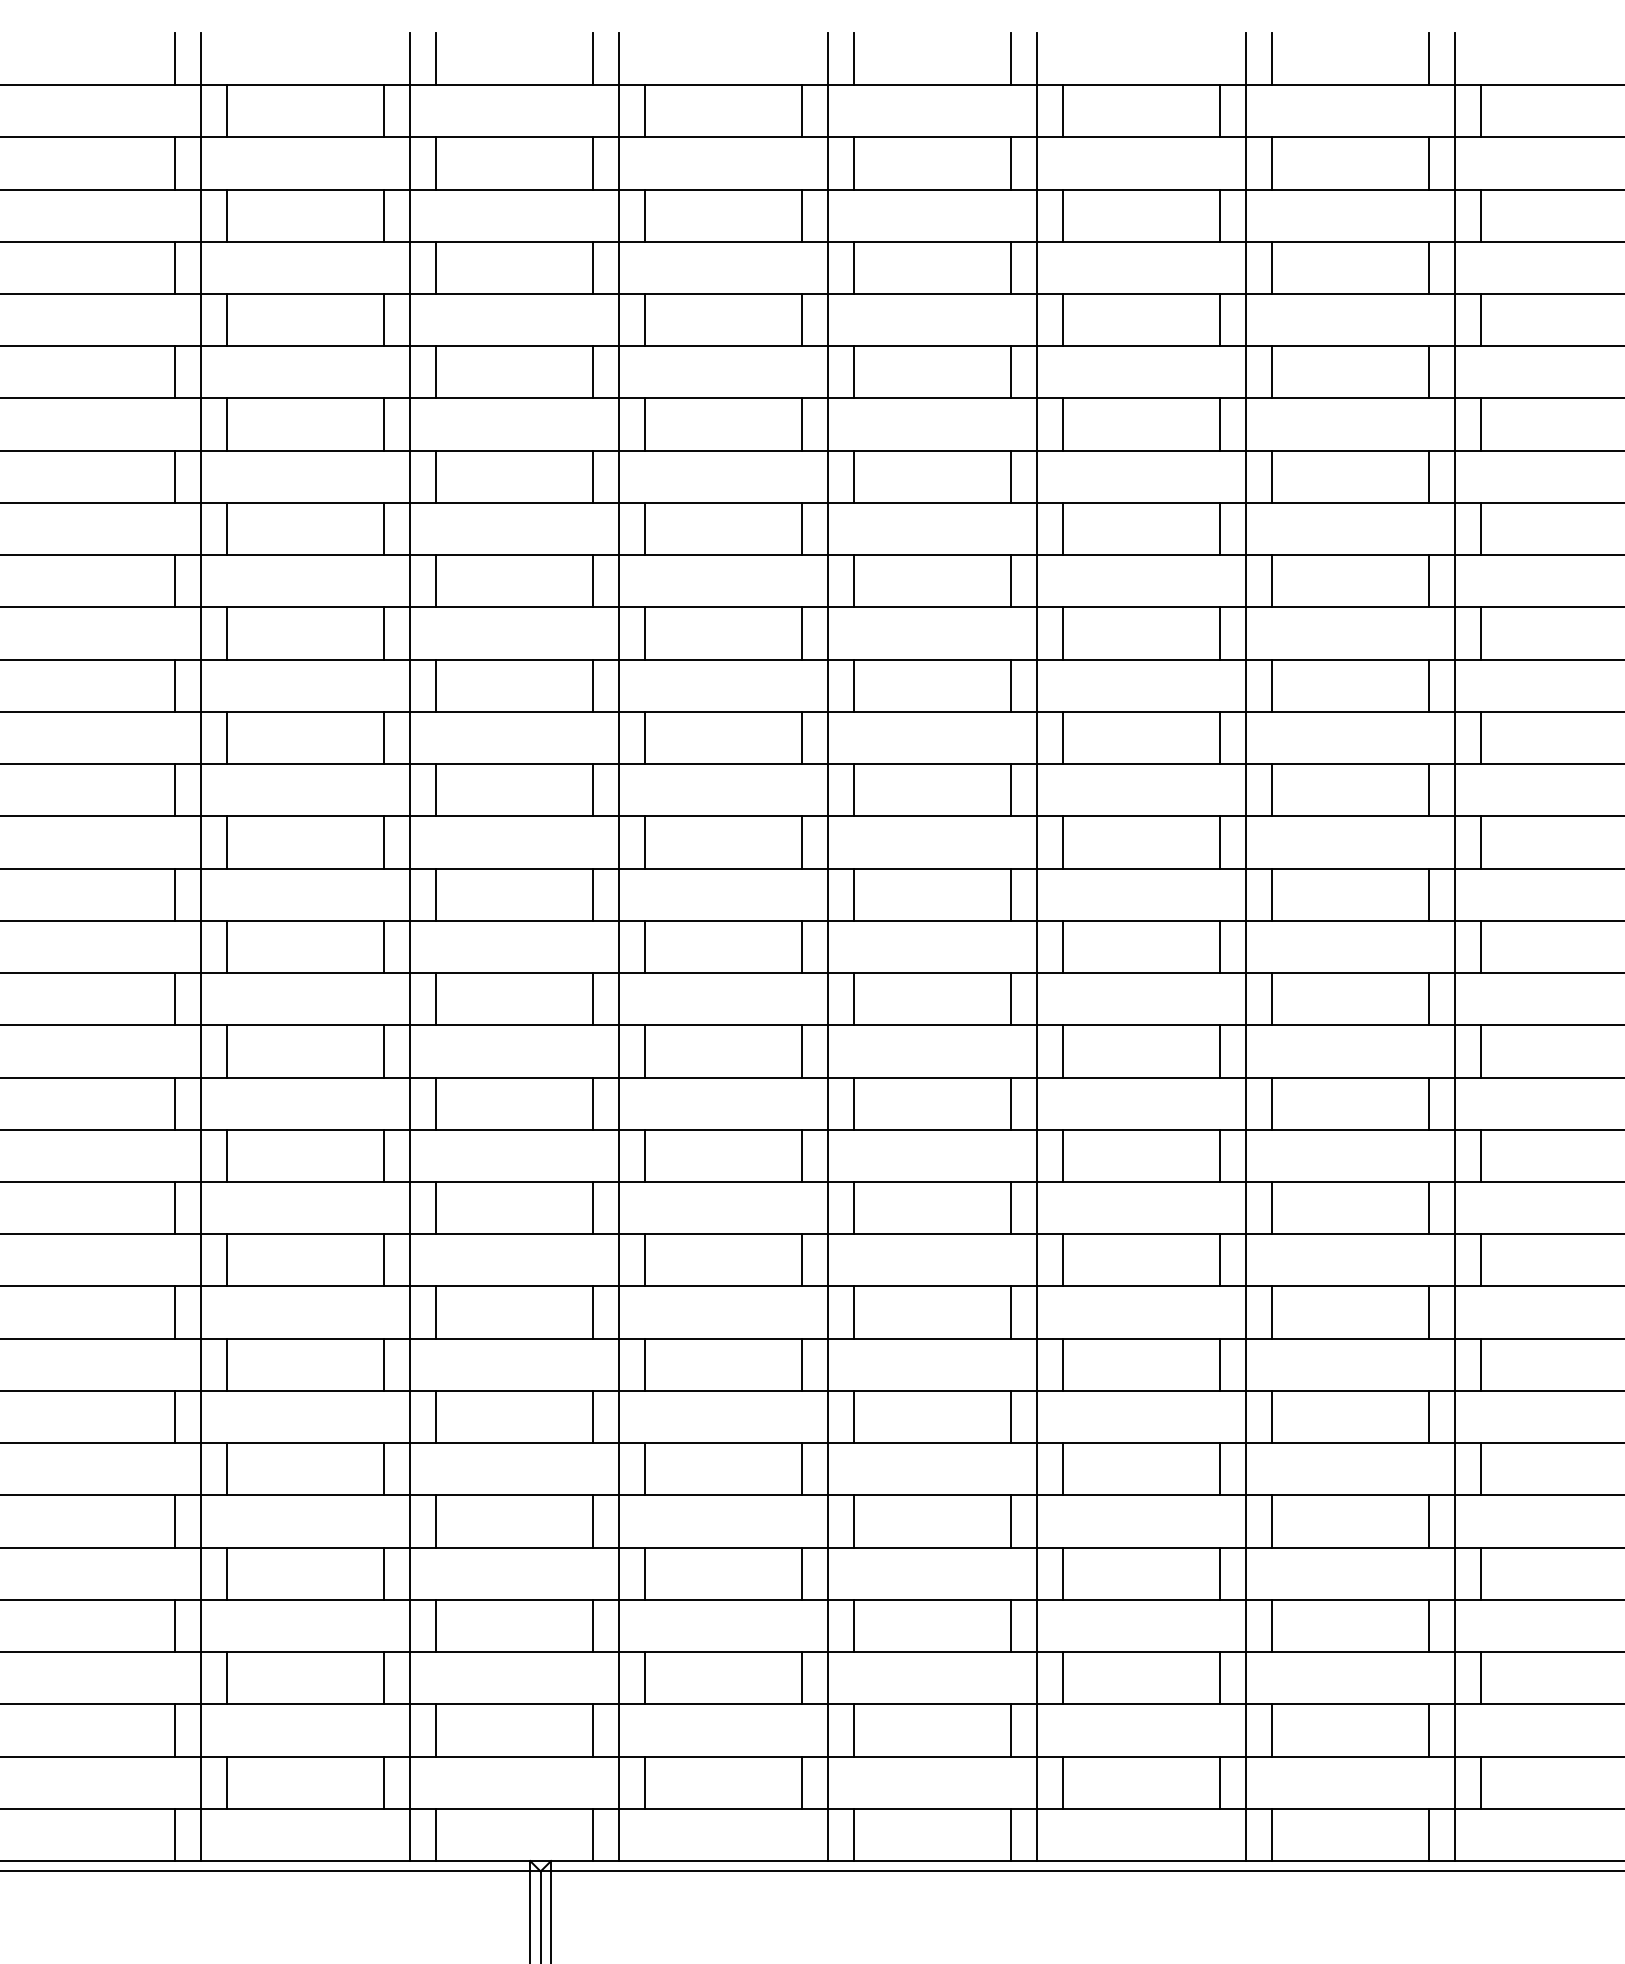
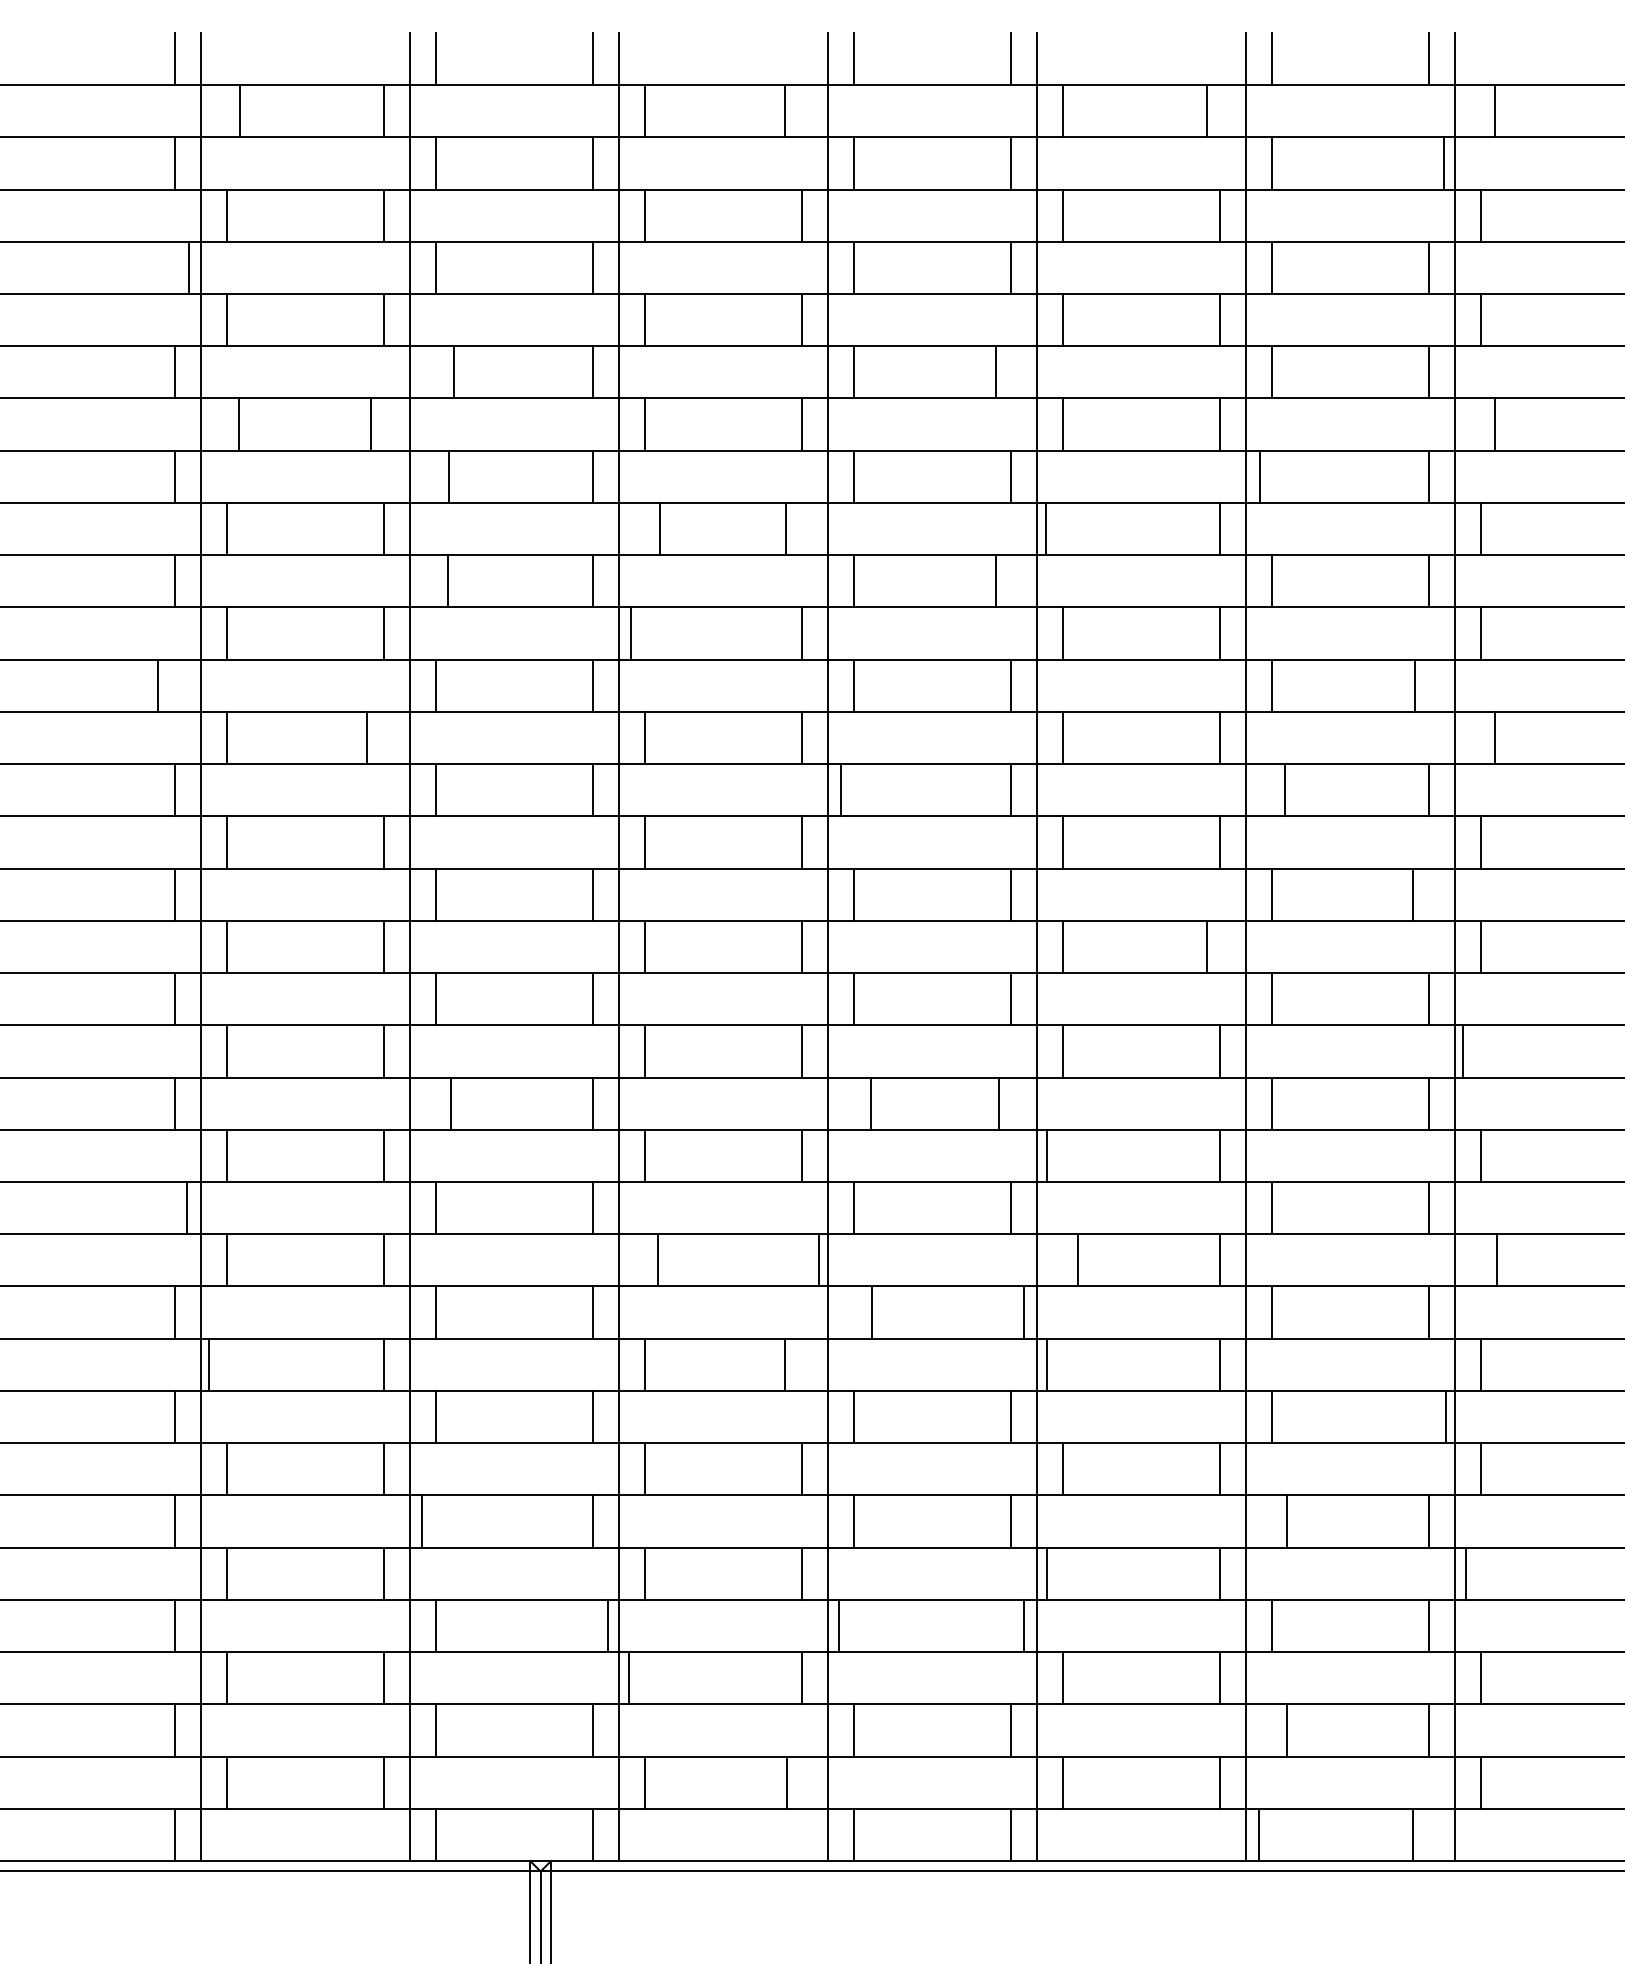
line at (227, 111) position: (227, 111) -> (240, 111)
line at (801, 111) position: (801, 111) -> (784, 111)
line at (1219, 111) position: (1219, 111) -> (1206, 111)
line at (1480, 111) position: (1480, 111) -> (1494, 111)
line at (1428, 163) position: (1428, 163) -> (1443, 163)
line at (175, 267) position: (175, 267) -> (189, 267)
line at (436, 372) position: (436, 372) -> (454, 372)
line at (1010, 372) position: (1010, 372) -> (995, 372)
line at (227, 424) position: (227, 424) -> (239, 424)
line at (383, 424) position: (383, 424) -> (370, 424)
line at (1480, 424) position: (1480, 424) -> (1494, 424)
line at (436, 476) position: (436, 476) -> (449, 476)
line at (1271, 476) position: (1271, 476) -> (1259, 476)
line at (645, 528) position: (645, 528) -> (660, 528)
line at (801, 528) position: (801, 528) -> (785, 528)
line at (1063, 528) position: (1063, 528) -> (1046, 528)
line at (436, 581) position: (436, 581) -> (448, 581)
line at (1010, 581) position: (1010, 581) -> (995, 581)
line at (645, 633) position: (645, 633) -> (631, 633)
line at (175, 685) position: (175, 685) -> (158, 685)
line at (1428, 685) position: (1428, 685) -> (1414, 685)
line at (383, 737) position: (383, 737) -> (366, 737)
line at (1480, 737) position: (1480, 737) -> (1494, 737)
line at (854, 790) position: (854, 790) -> (841, 790)
line at (1271, 790) position: (1271, 790) -> (1284, 790)
line at (1428, 894) position: (1428, 894) -> (1412, 894)
line at (1219, 946) position: (1219, 946) -> (1206, 946)
line at (1480, 1051) position: (1480, 1051) -> (1462, 1051)
line at (436, 1103) position: (436, 1103) -> (451, 1103)
line at (854, 1103) position: (854, 1103) -> (871, 1103)
line at (1010, 1103) position: (1010, 1103) -> (998, 1103)
line at (1063, 1155) position: (1063, 1155) -> (1047, 1155)
line at (175, 1207) position: (175, 1207) -> (187, 1207)
line at (645, 1260) position: (645, 1260) -> (658, 1260)
line at (801, 1260) position: (801, 1260) -> (818, 1260)
line at (1063, 1260) position: (1063, 1260) -> (1078, 1260)
line at (1480, 1260) position: (1480, 1260) -> (1496, 1260)
line at (854, 1312) position: (854, 1312) -> (872, 1312)
line at (1010, 1312) position: (1010, 1312) -> (1023, 1312)
line at (227, 1364) position: (227, 1364) -> (209, 1364)
line at (801, 1364) position: (801, 1364) -> (784, 1364)
line at (1063, 1364) position: (1063, 1364) -> (1047, 1364)
line at (1428, 1416) position: (1428, 1416) -> (1445, 1416)
line at (436, 1521) position: (436, 1521) -> (422, 1521)
line at (1271, 1521) position: (1271, 1521) -> (1286, 1521)
line at (1063, 1573) position: (1063, 1573) -> (1047, 1573)
line at (1480, 1573) position: (1480, 1573) -> (1465, 1573)
line at (592, 1625) position: (592, 1625) -> (607, 1625)
line at (854, 1625) position: (854, 1625) -> (839, 1625)
line at (1010, 1625) position: (1010, 1625) -> (1023, 1625)
line at (645, 1678) position: (645, 1678) -> (629, 1678)
line at (1271, 1730) position: (1271, 1730) -> (1286, 1730)
line at (801, 1782) position: (801, 1782) -> (786, 1782)
line at (1271, 1834) position: (1271, 1834) -> (1258, 1834)
line at (1428, 1834) position: (1428, 1834) -> (1412, 1834)
